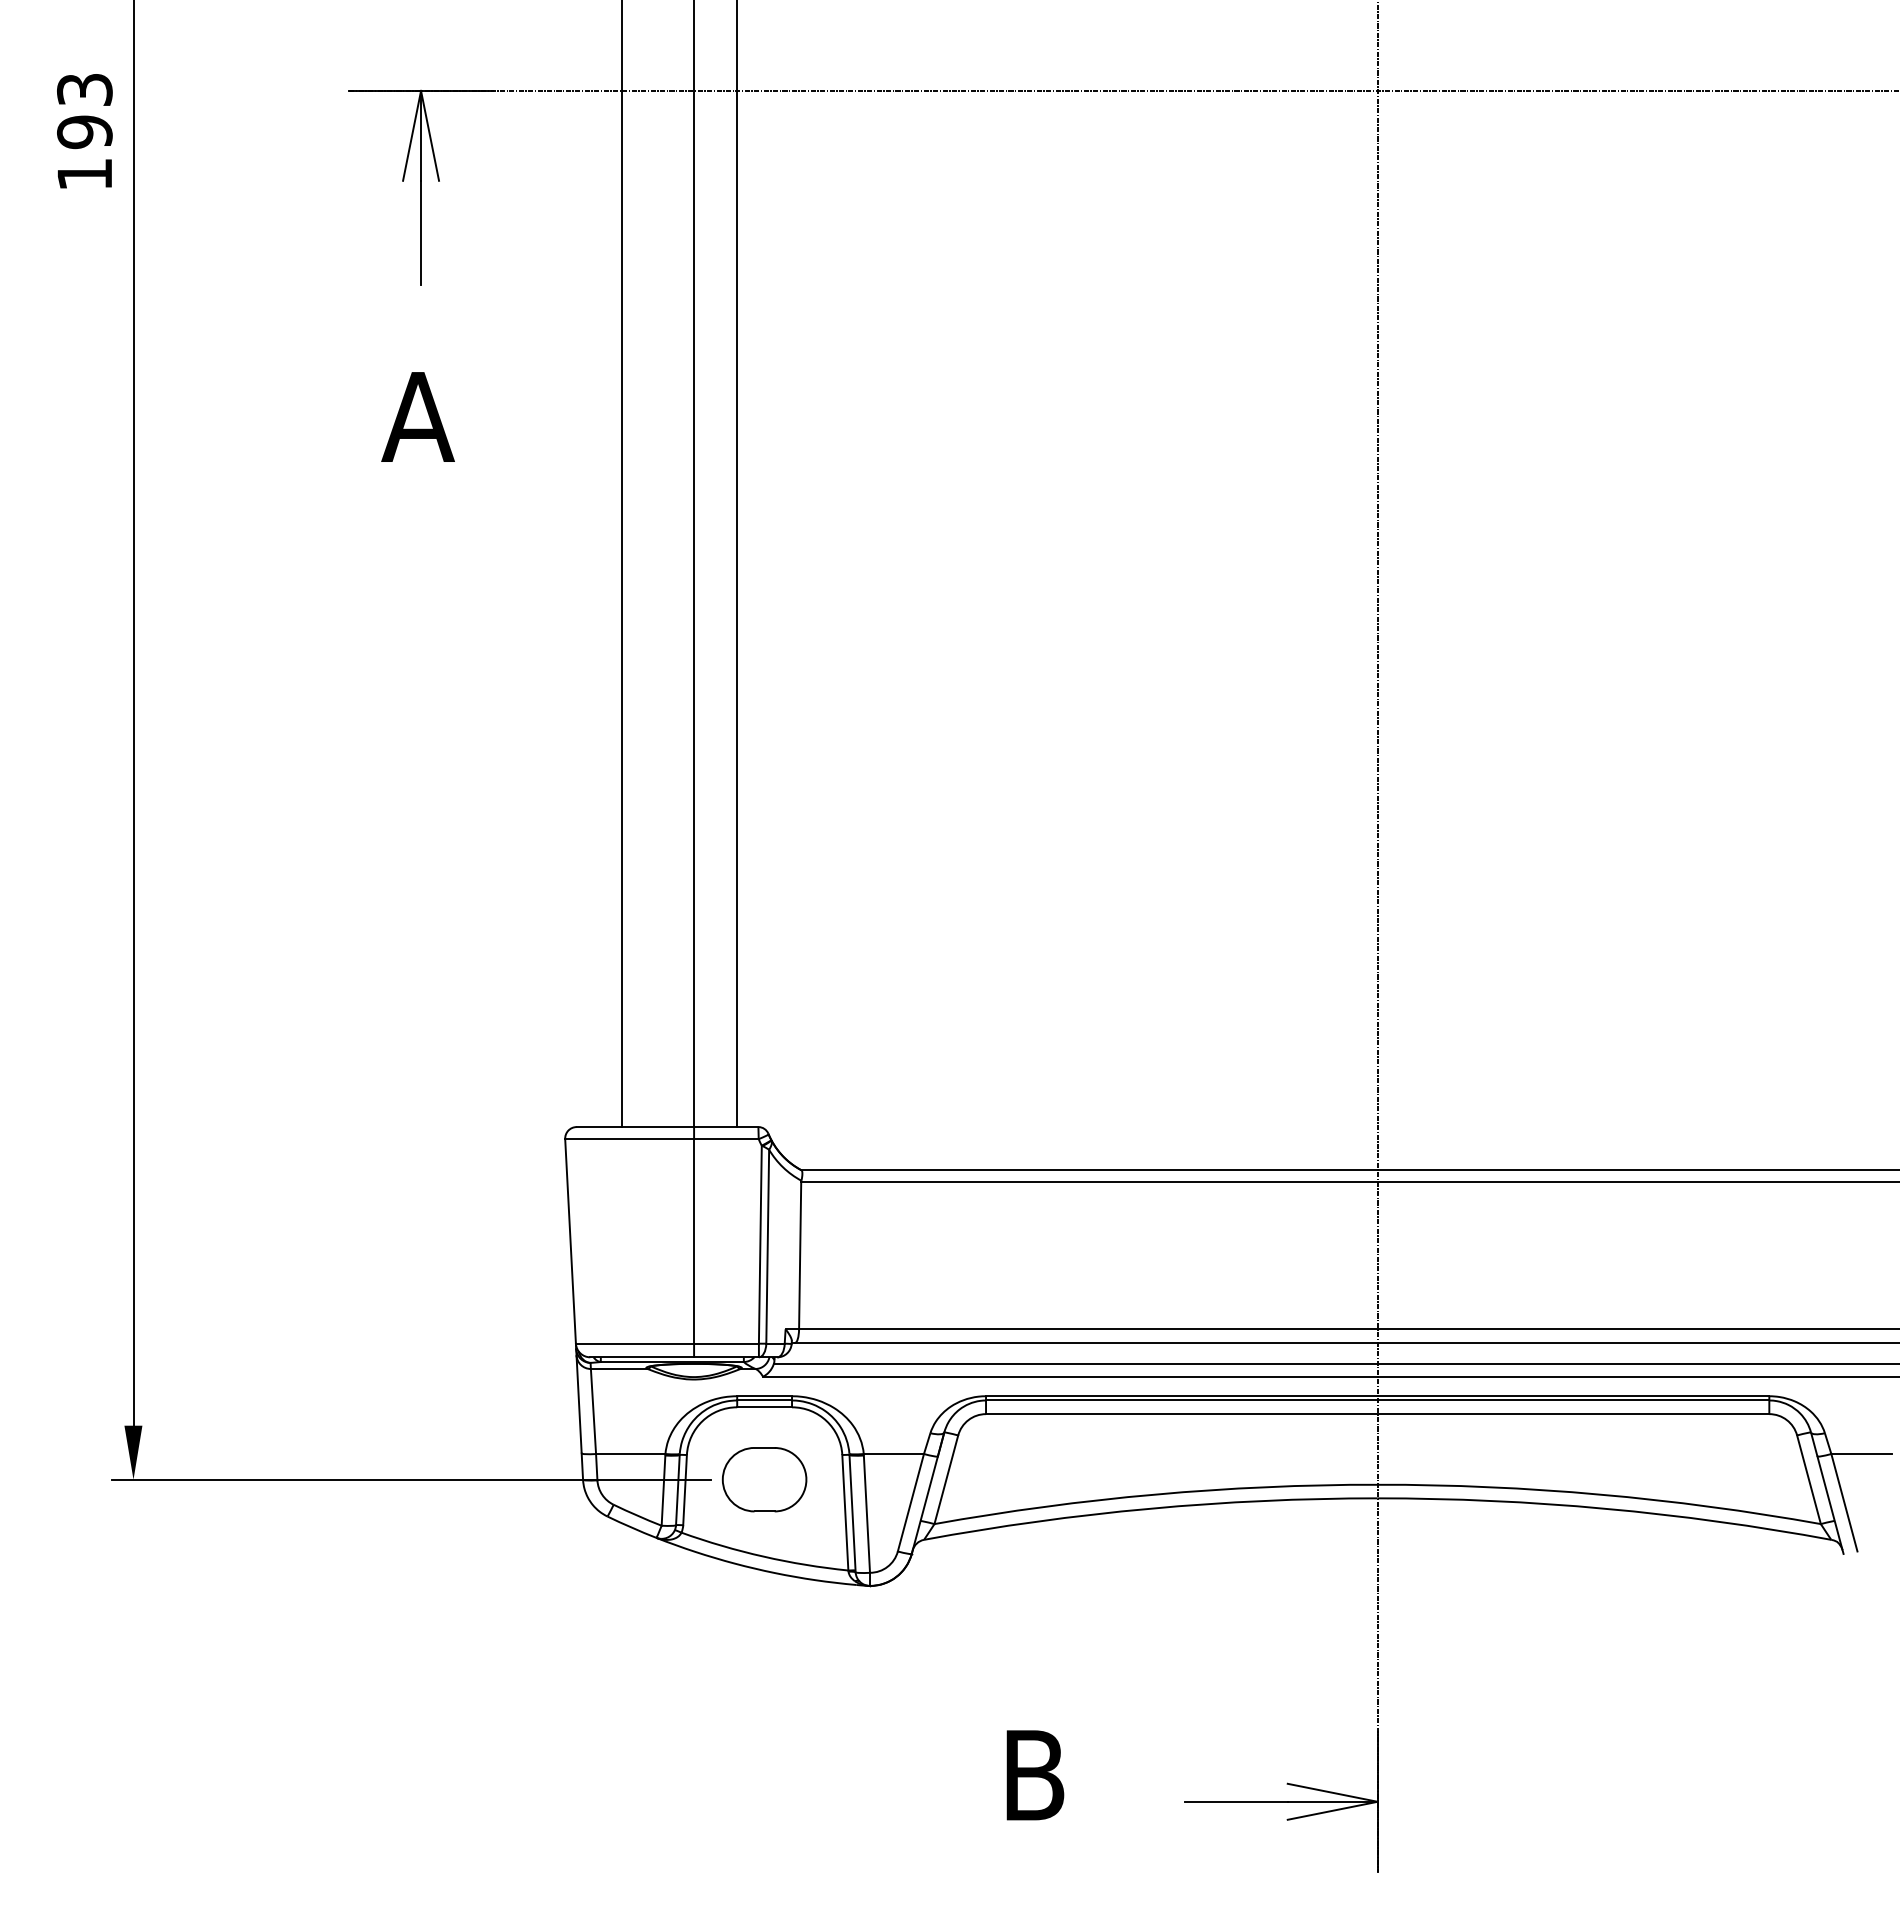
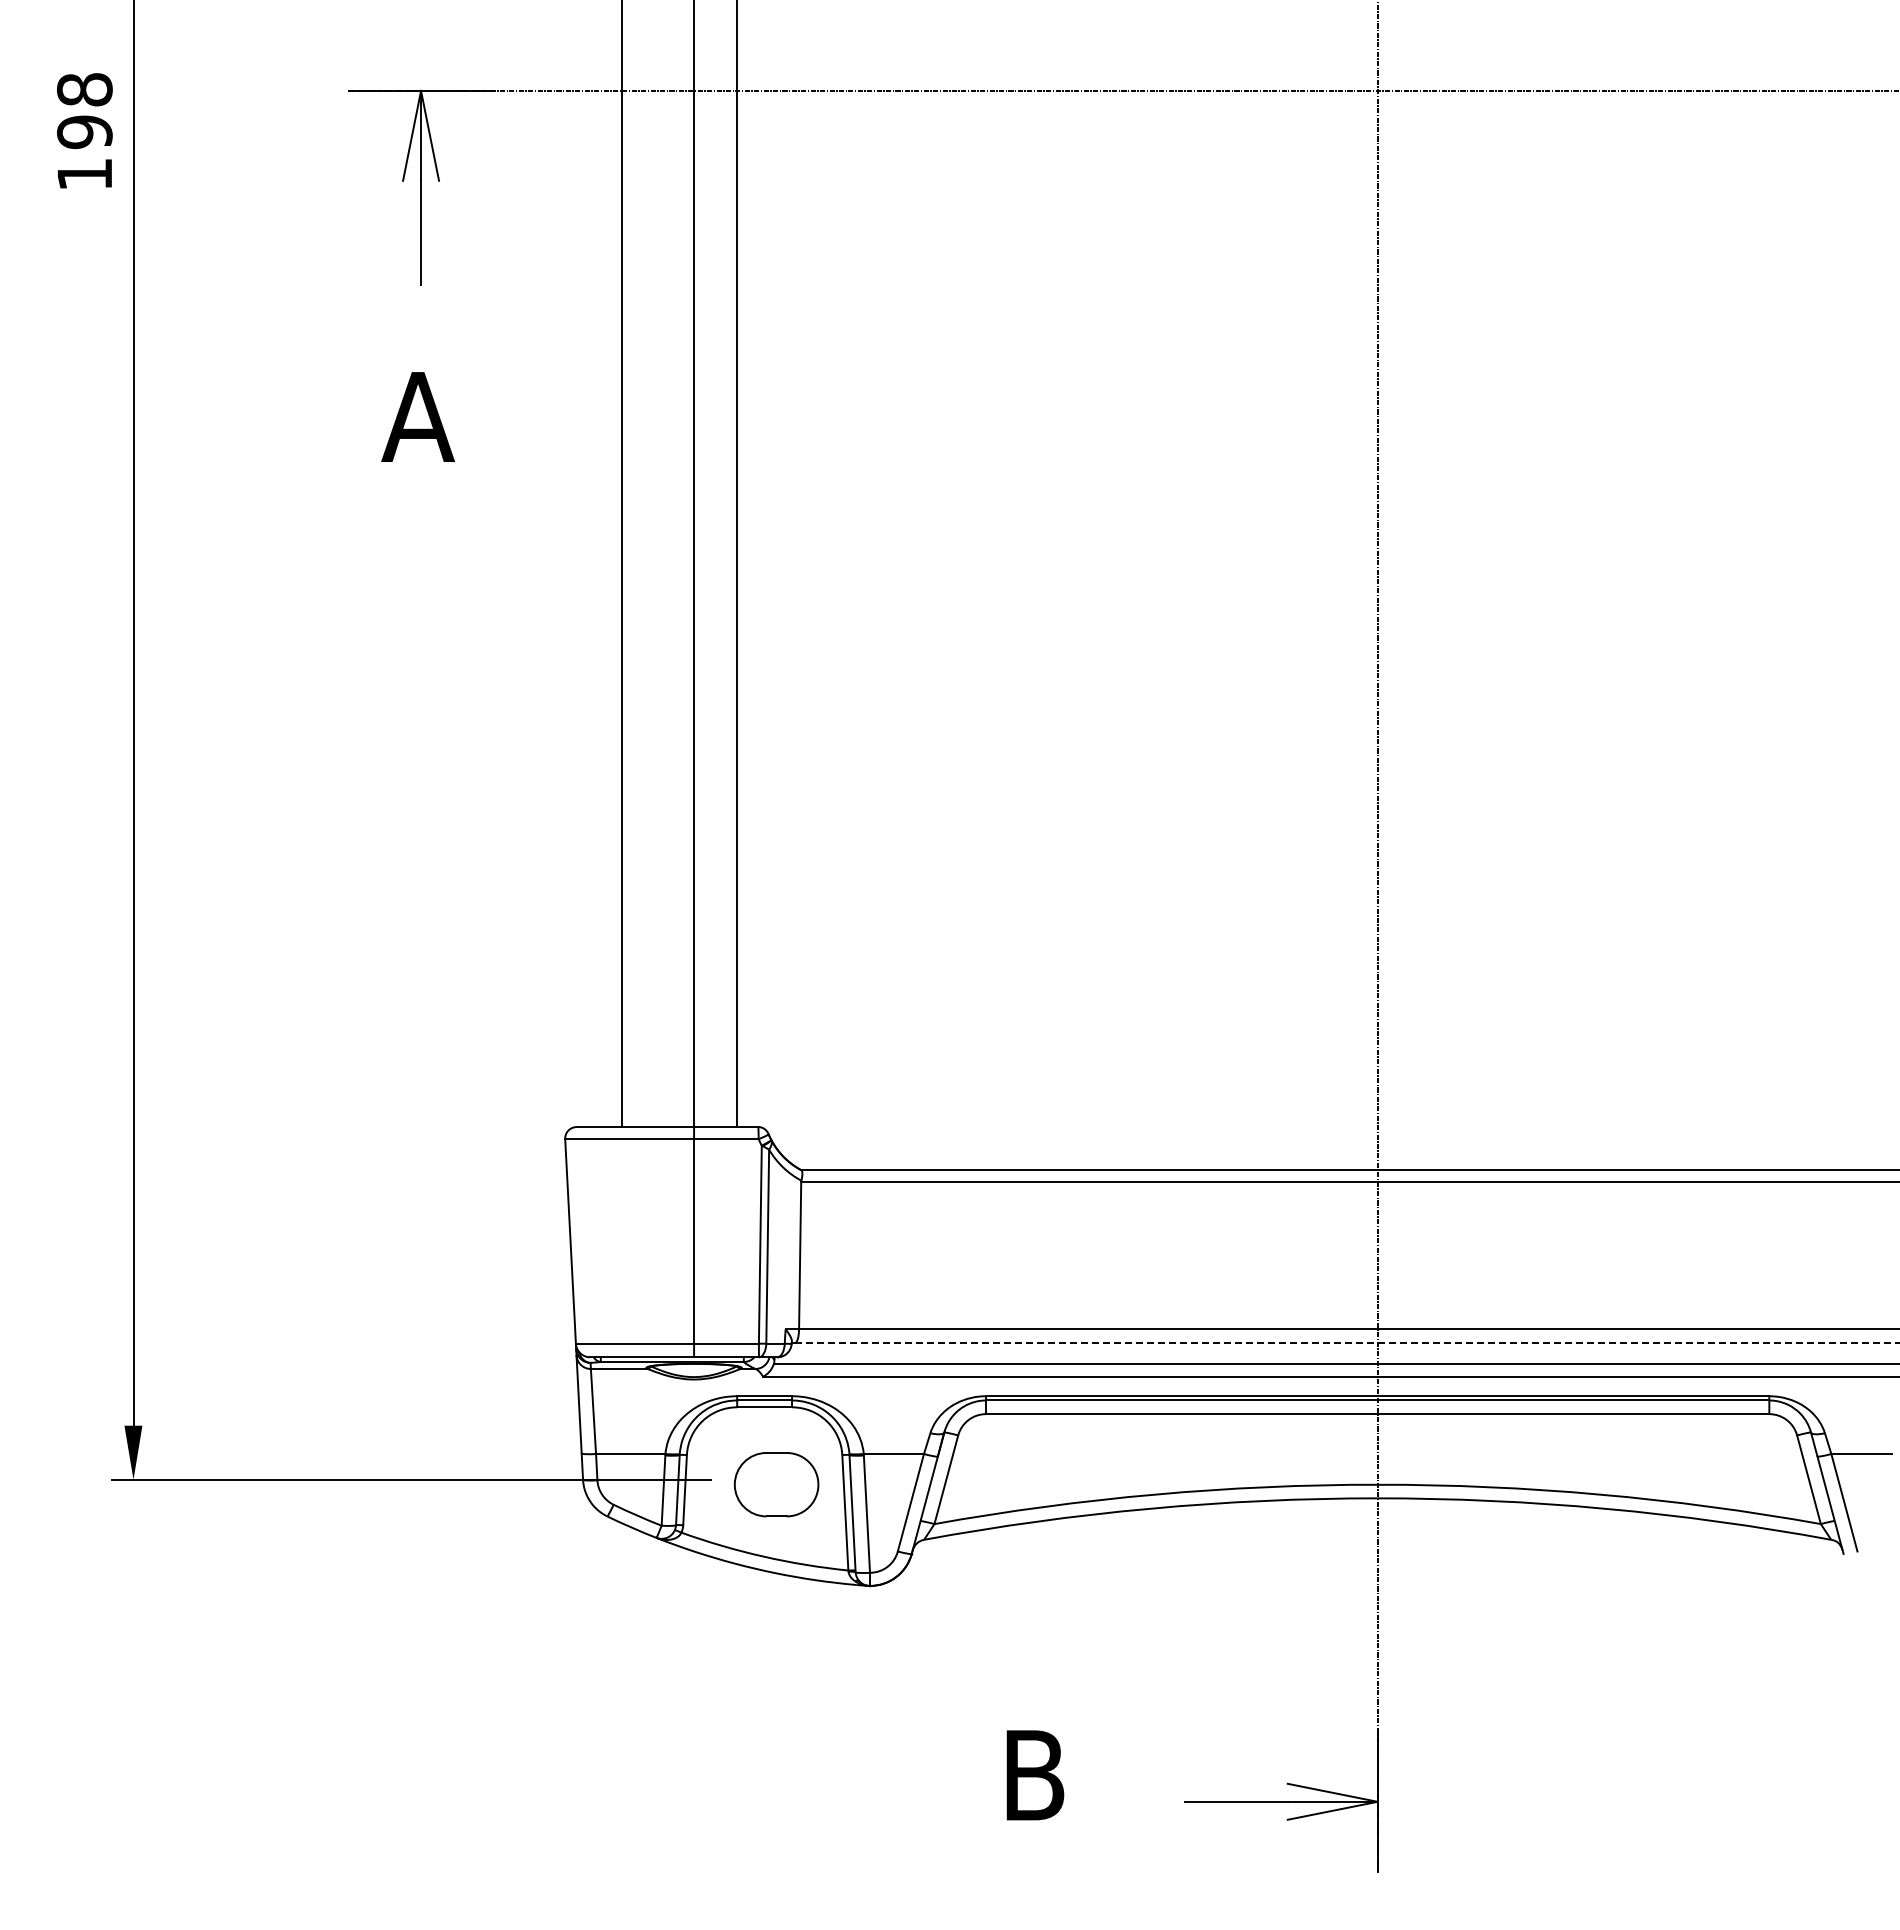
text at (84, 89): 193 -> 198
line at (1347, 1342): solid -> dashed
part at (764, 1479) position: (764, 1479) -> (776, 1484)
